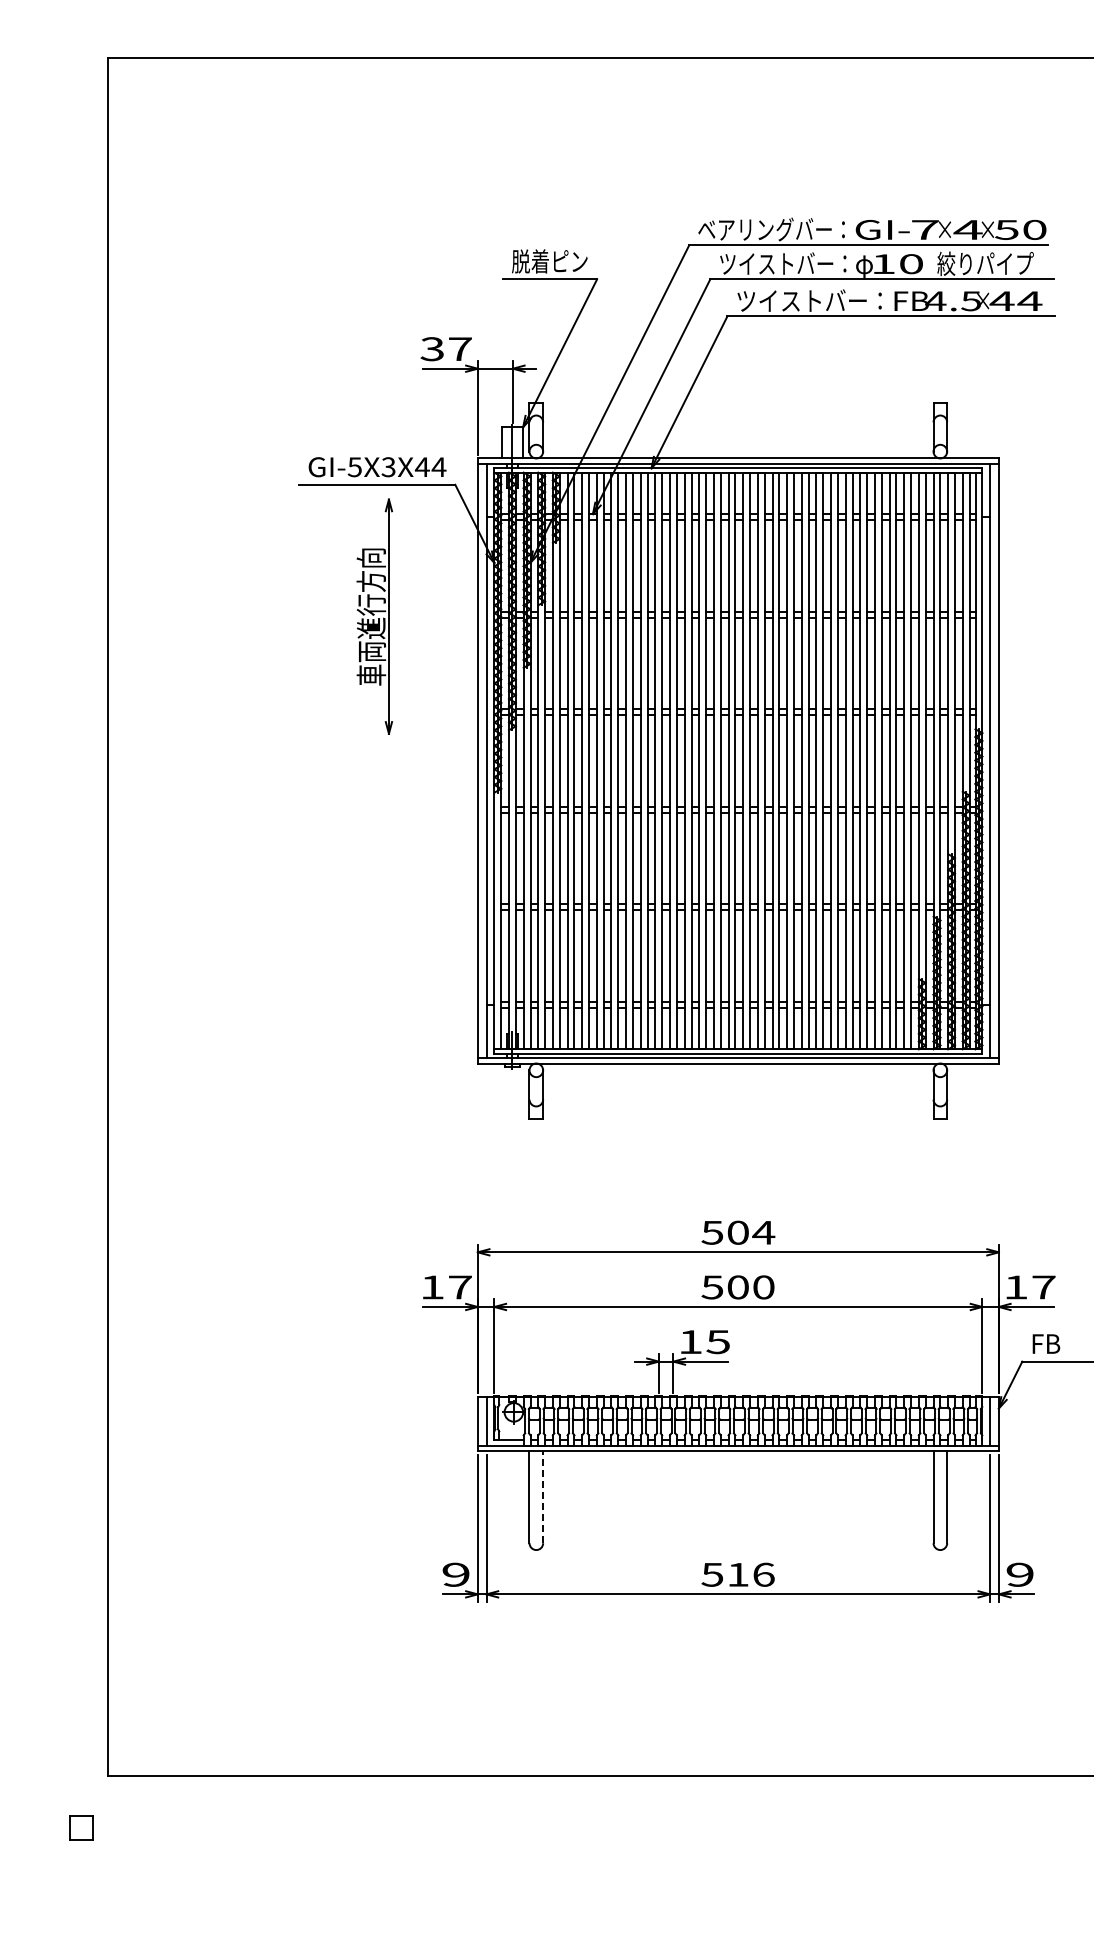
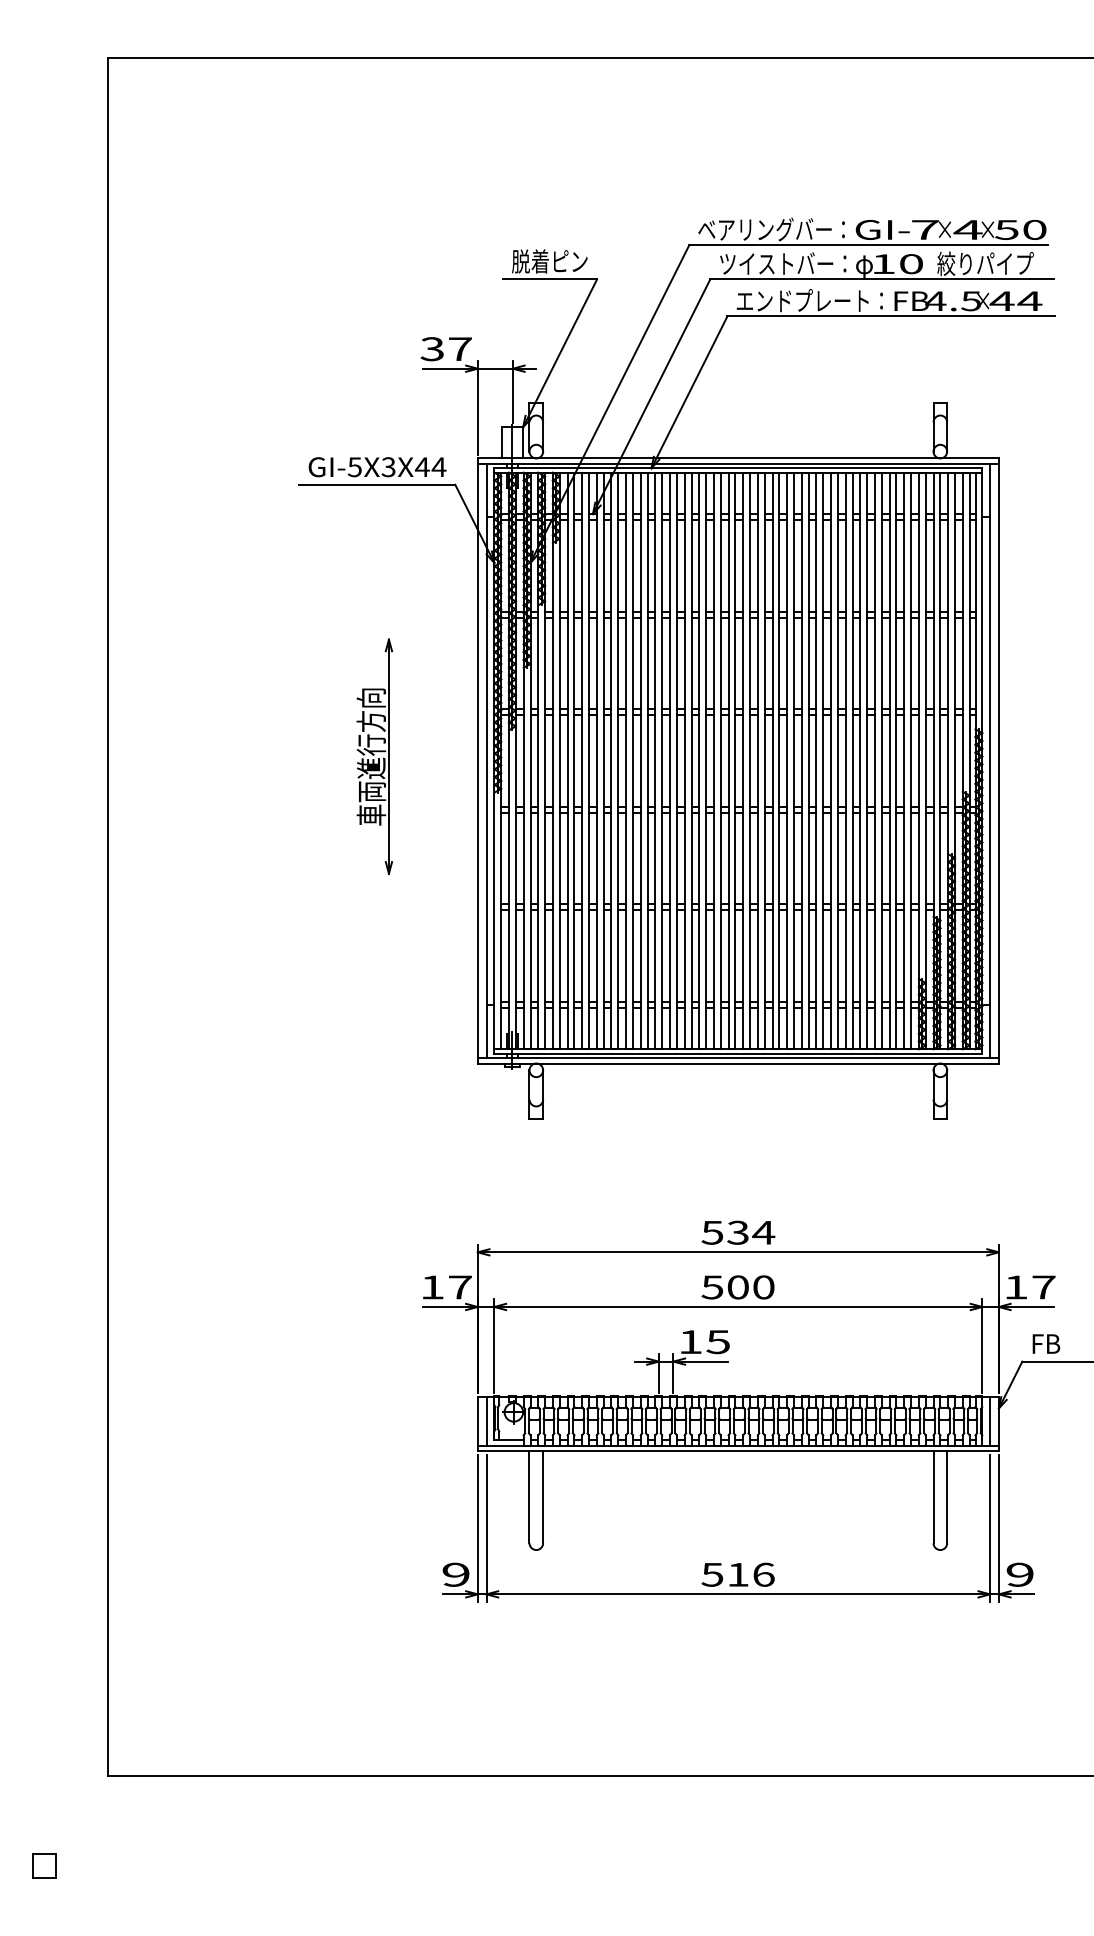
text at (809, 300): ツイストバー： -> エンドプレート：
part at (374, 616) position: (374, 616) -> (374, 756)
text at (737, 1232): 504 -> 534
line at (543, 1497): dashed -> solid
part at (81, 1827) position: (81, 1827) -> (44, 1865)
